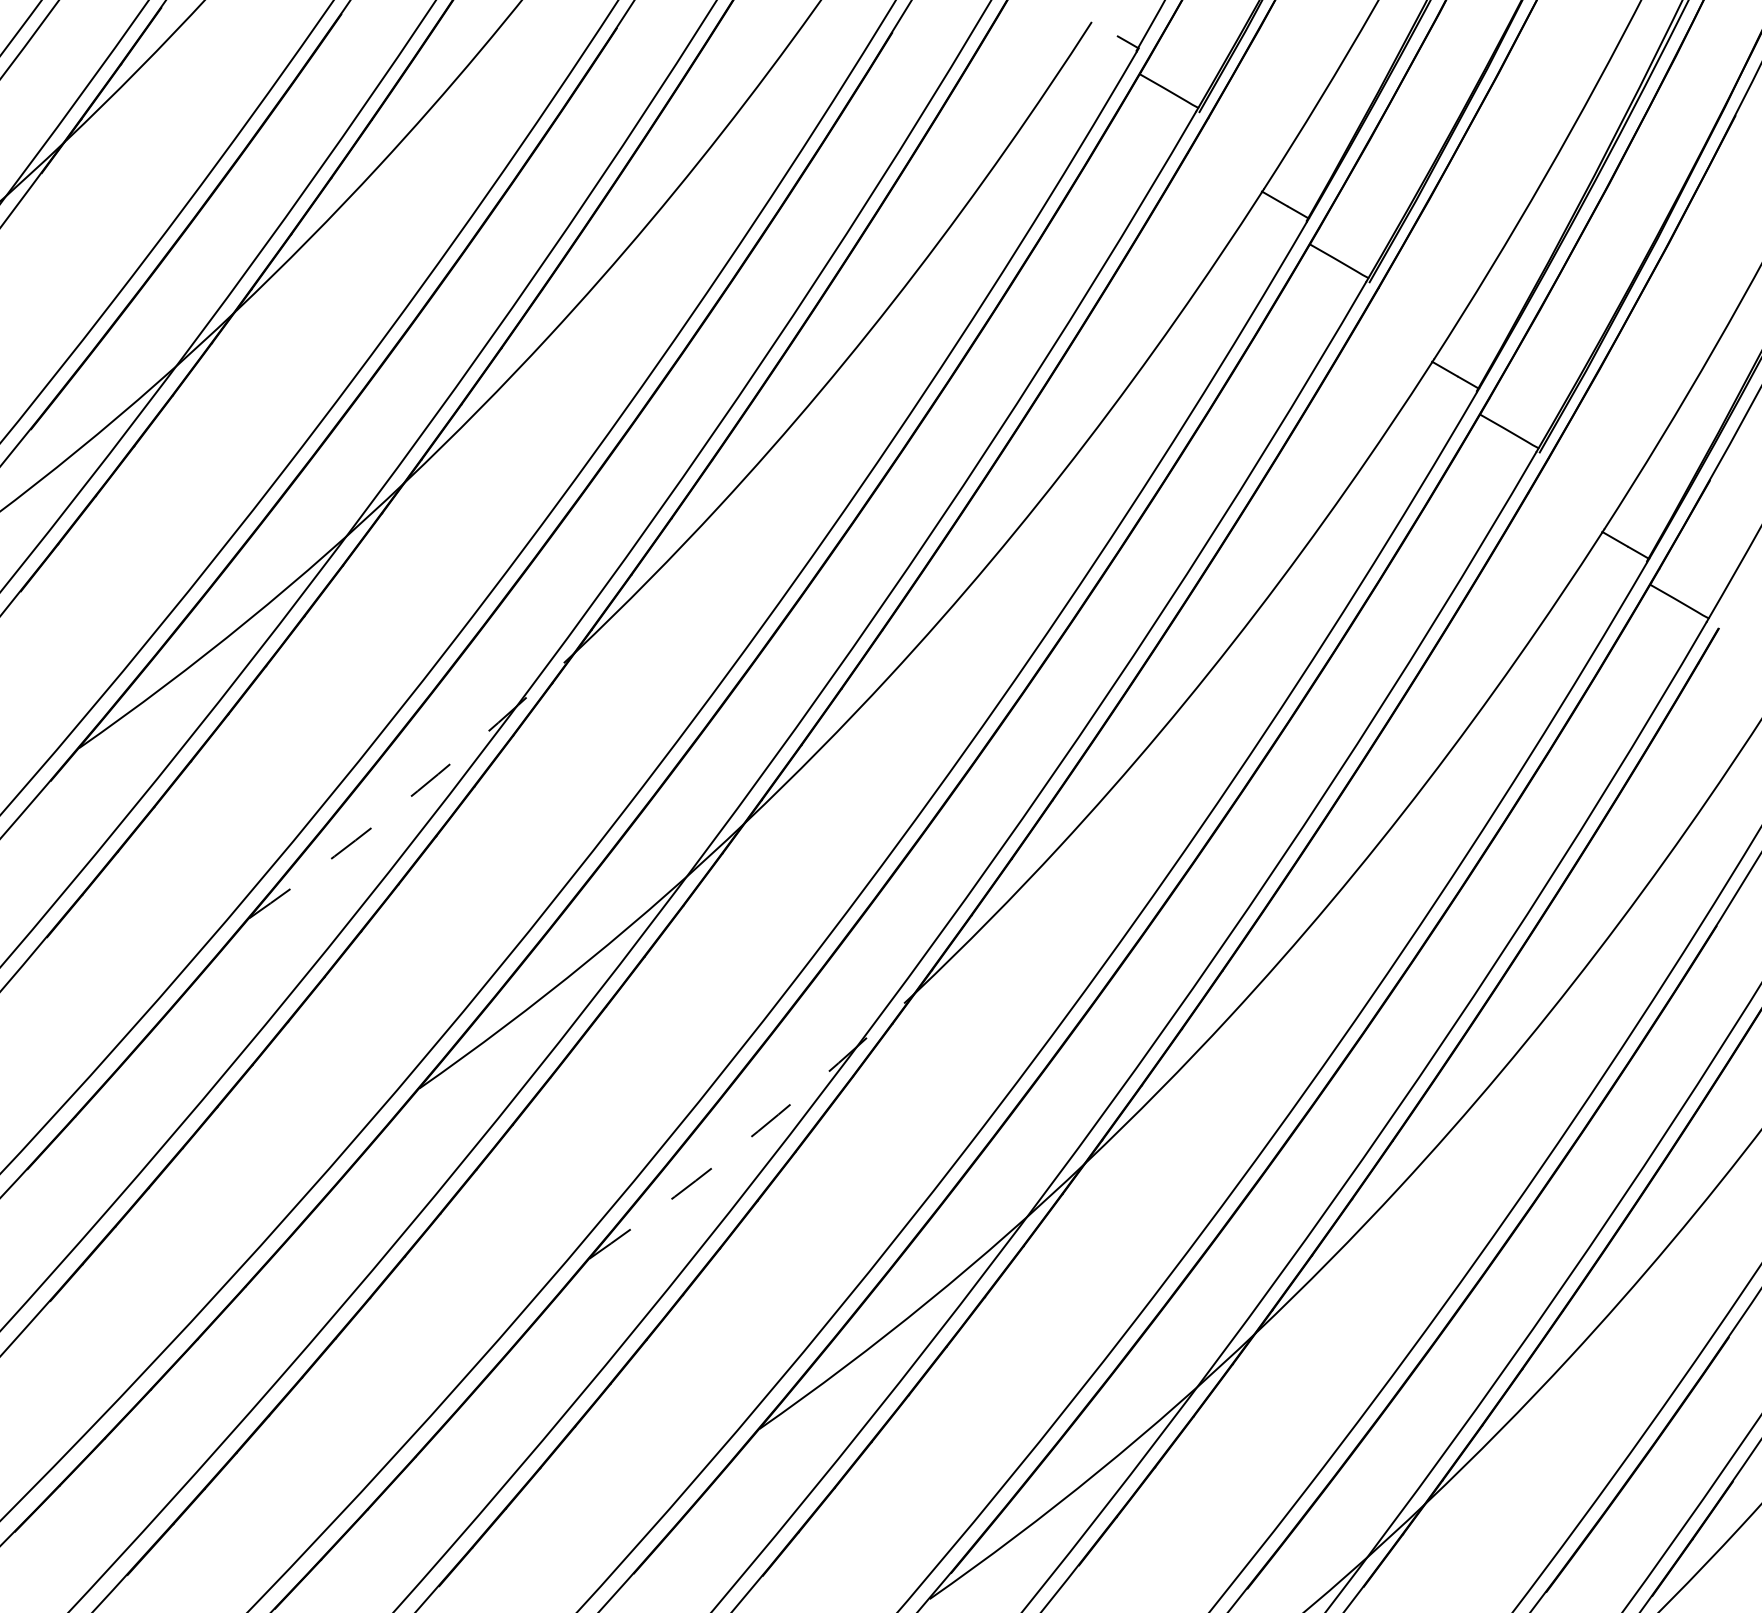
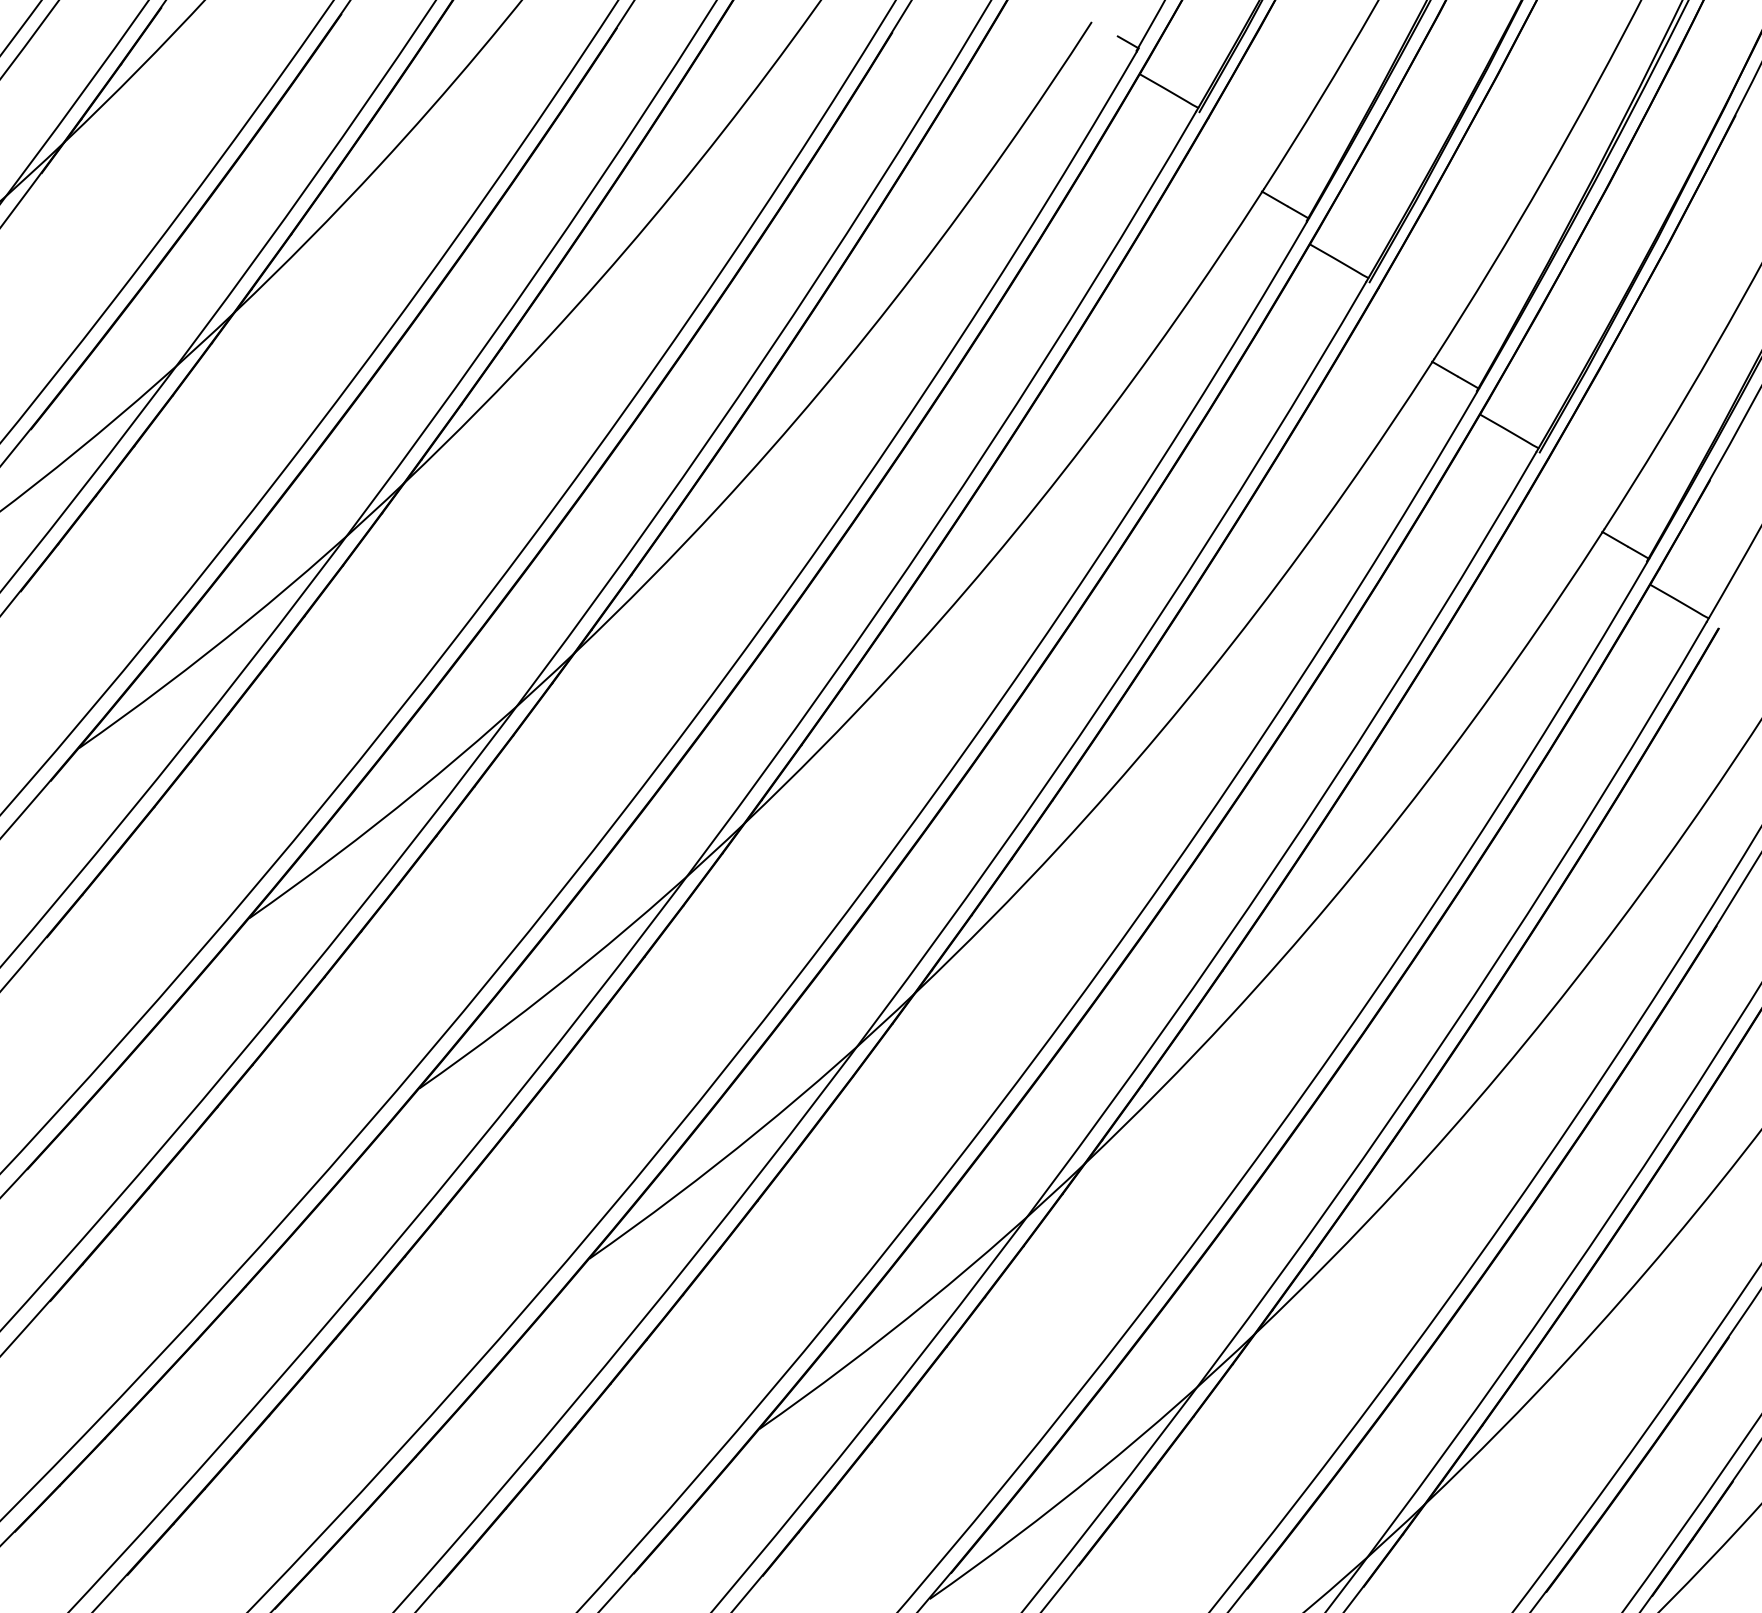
arc at (417, 791): dashed -> solid
arc at (758, 1131): dashed -> solid
